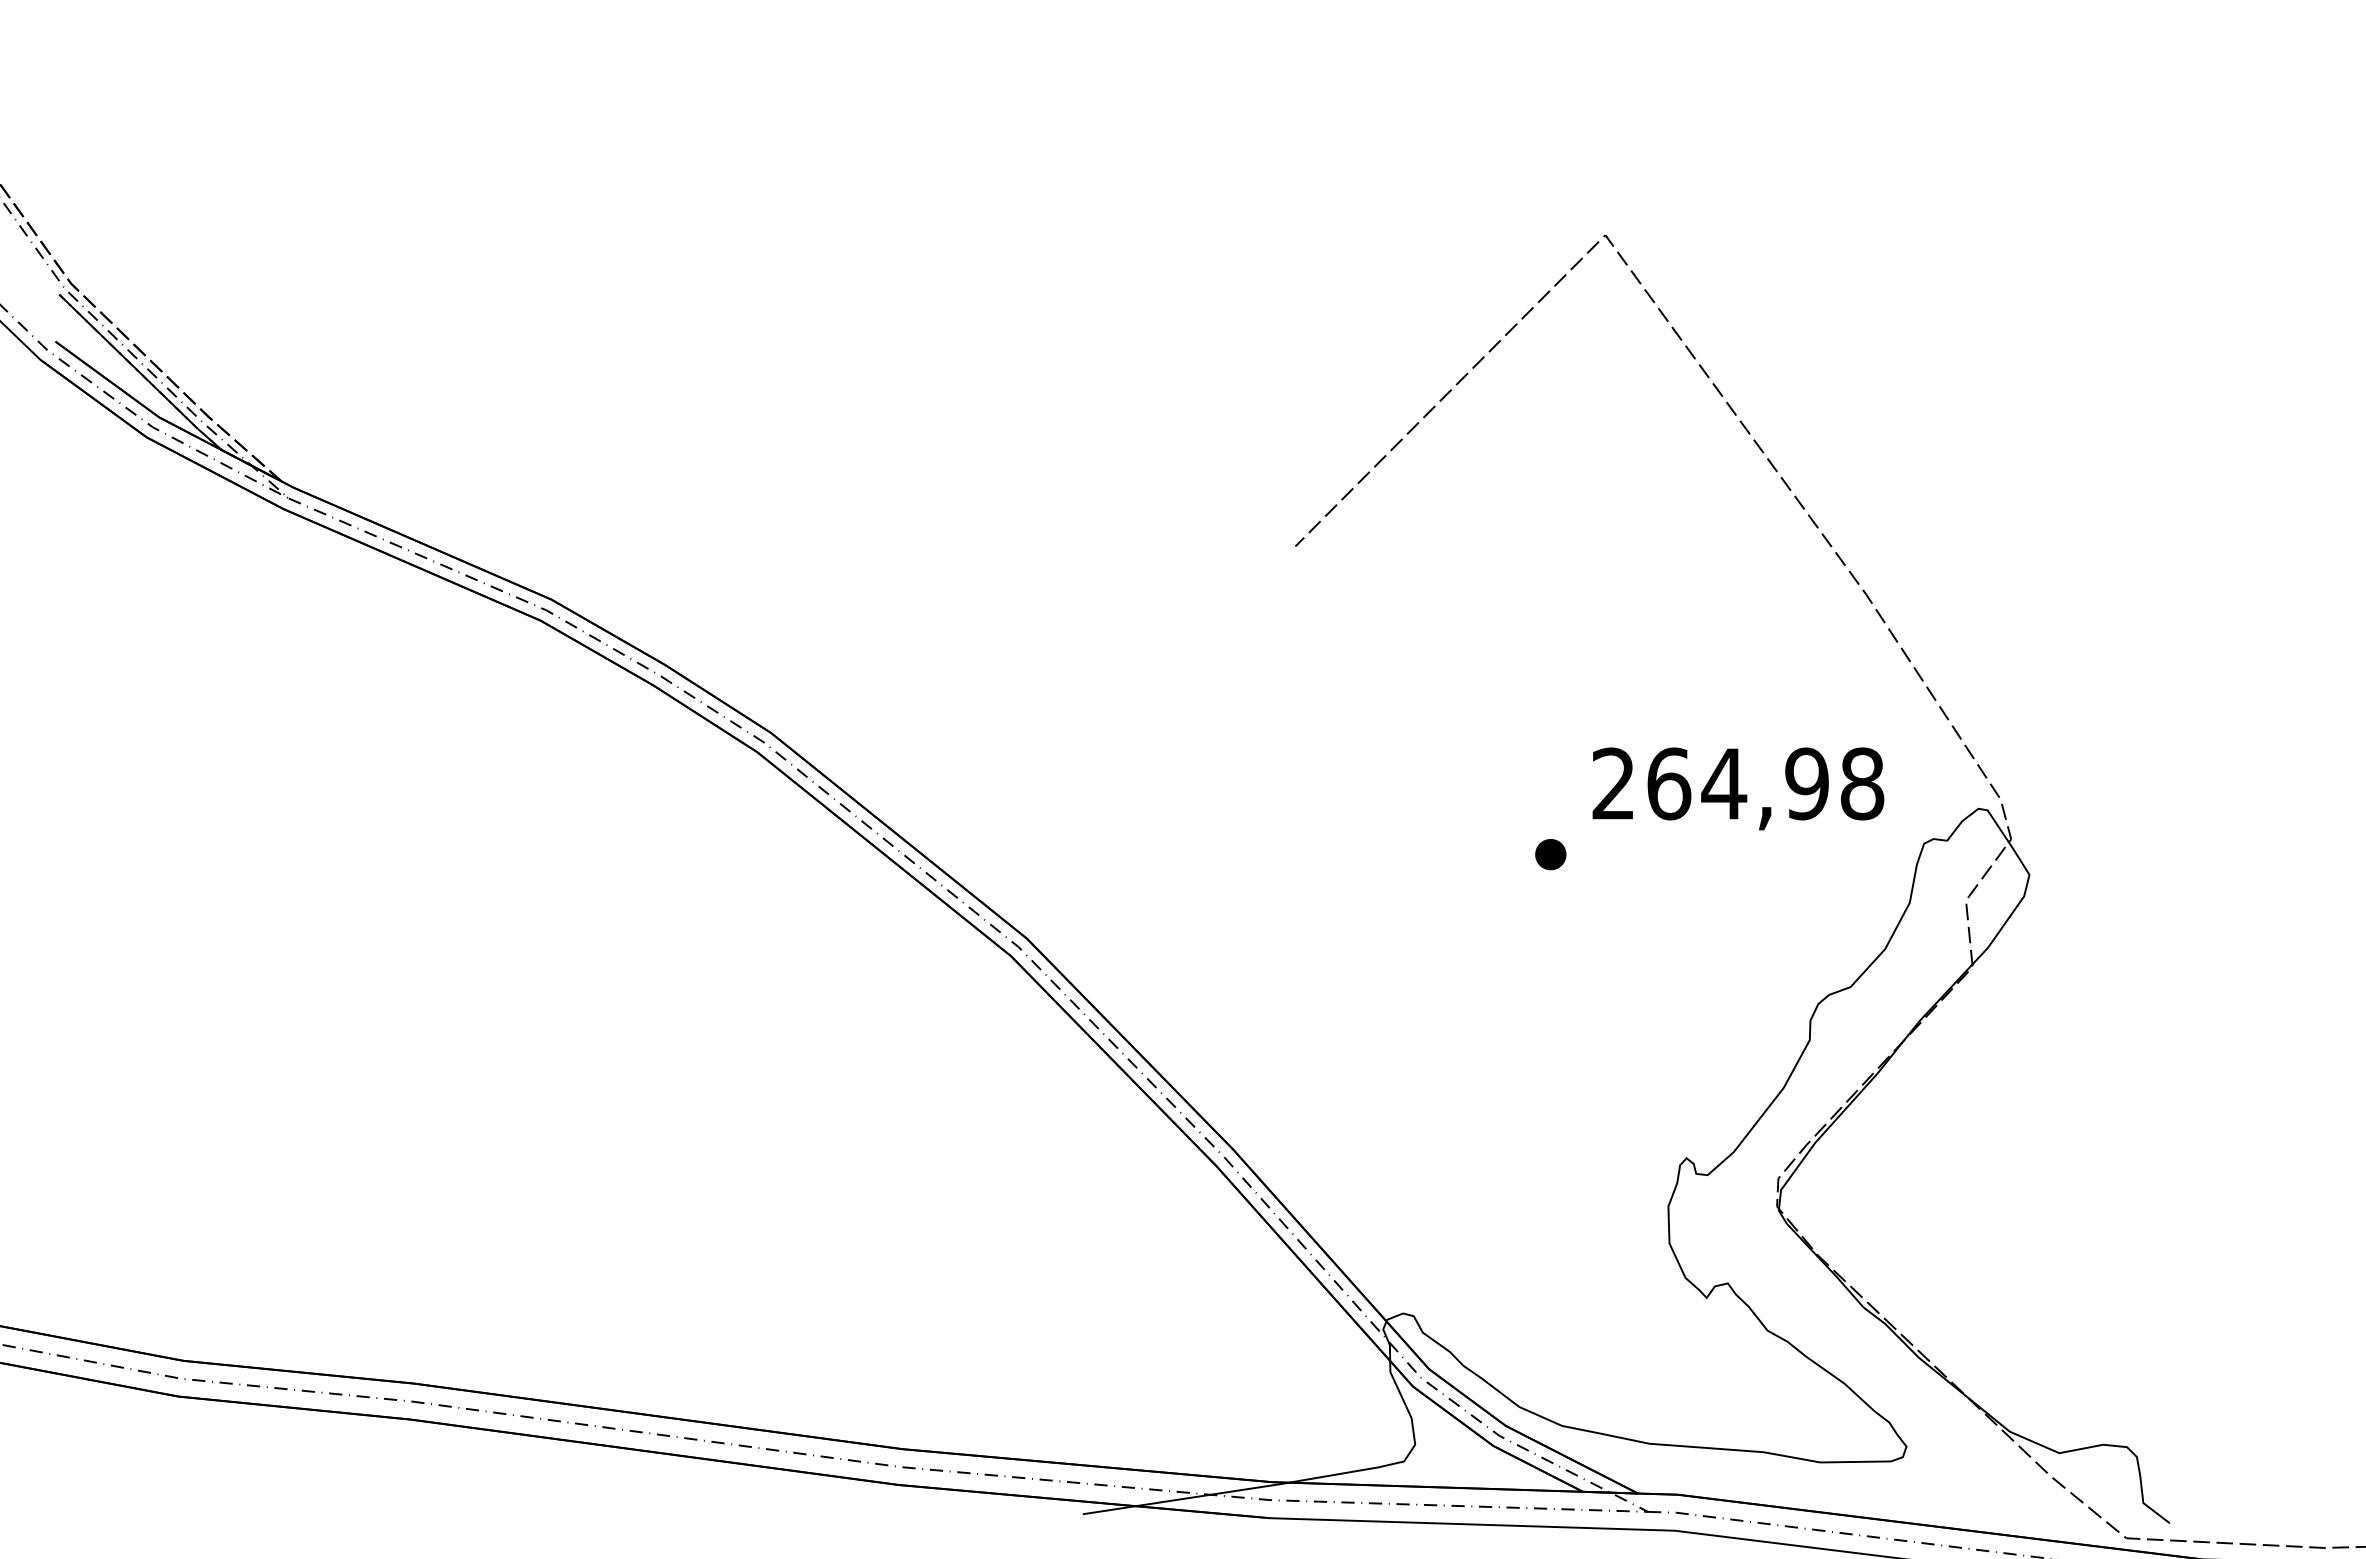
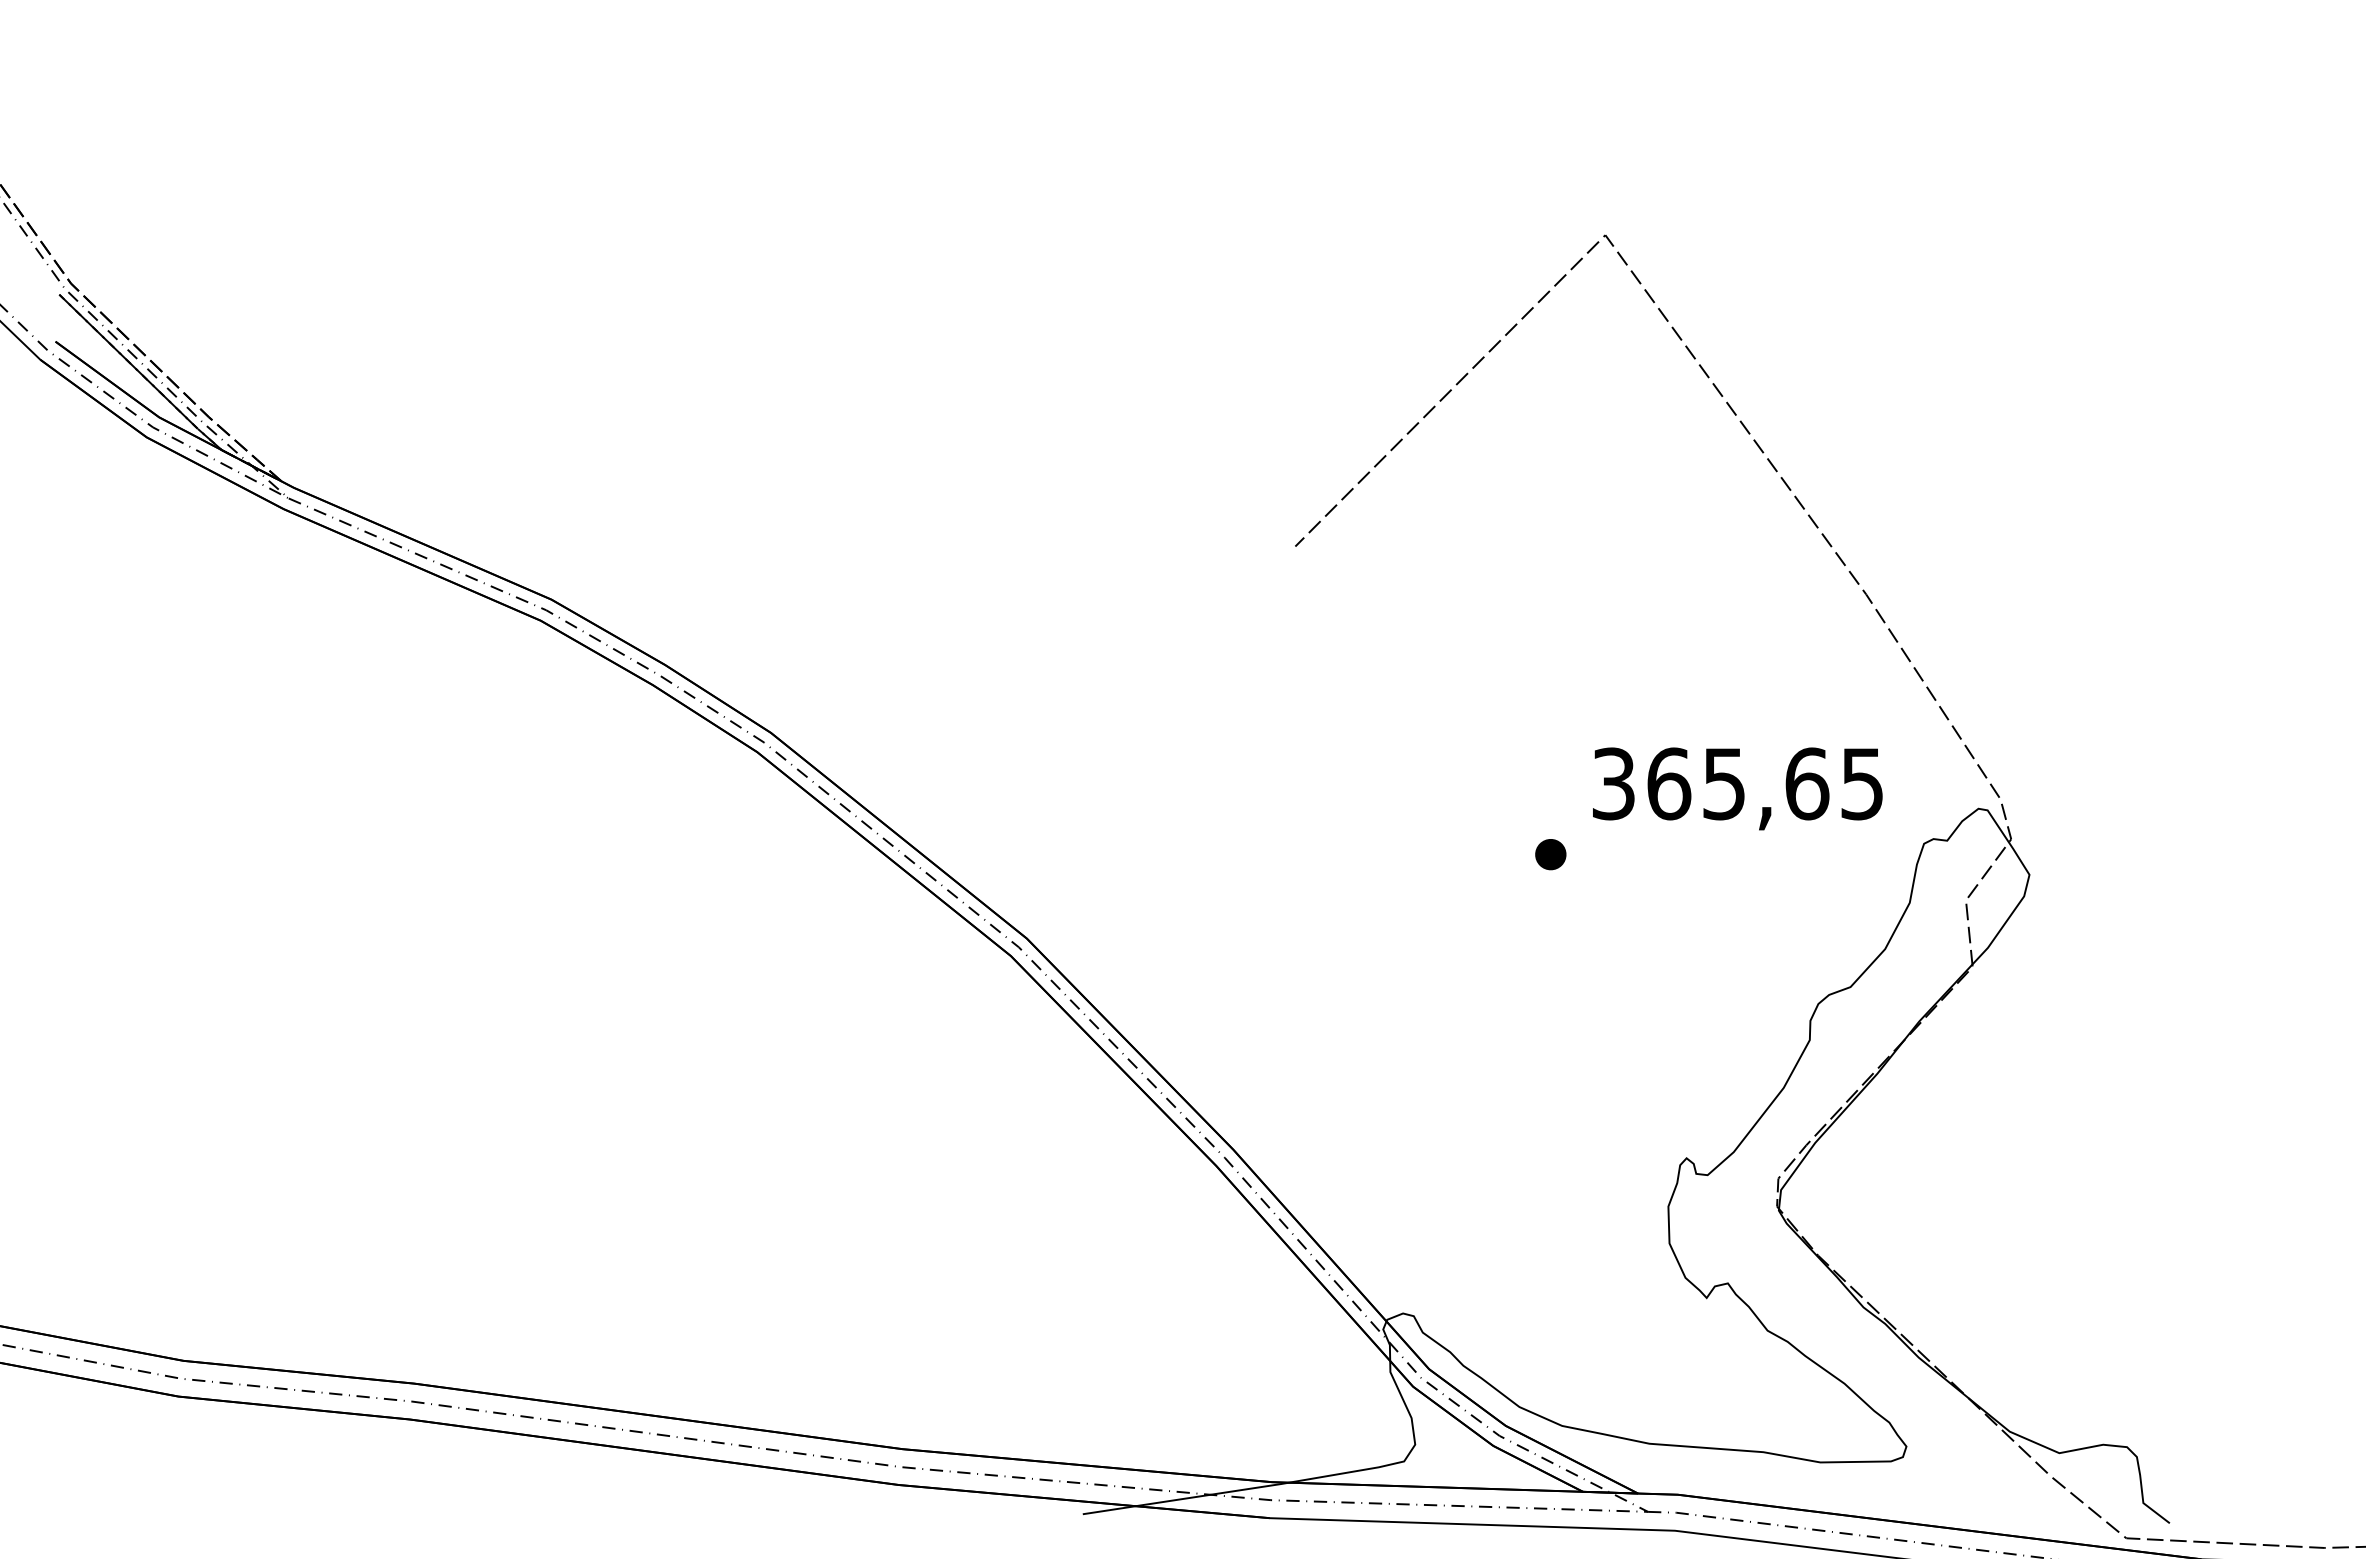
text at (1738, 783): 264,98 -> 365,65
